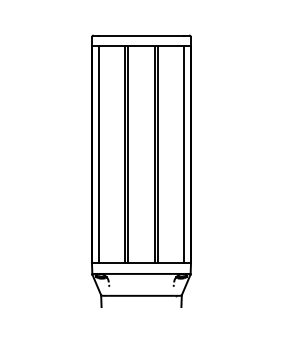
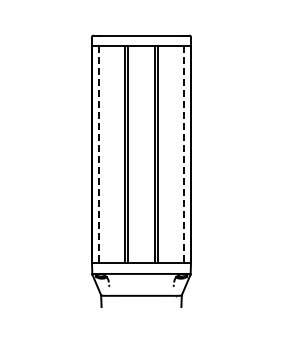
line at (98, 155): solid -> dashed
line at (184, 155): solid -> dashed
